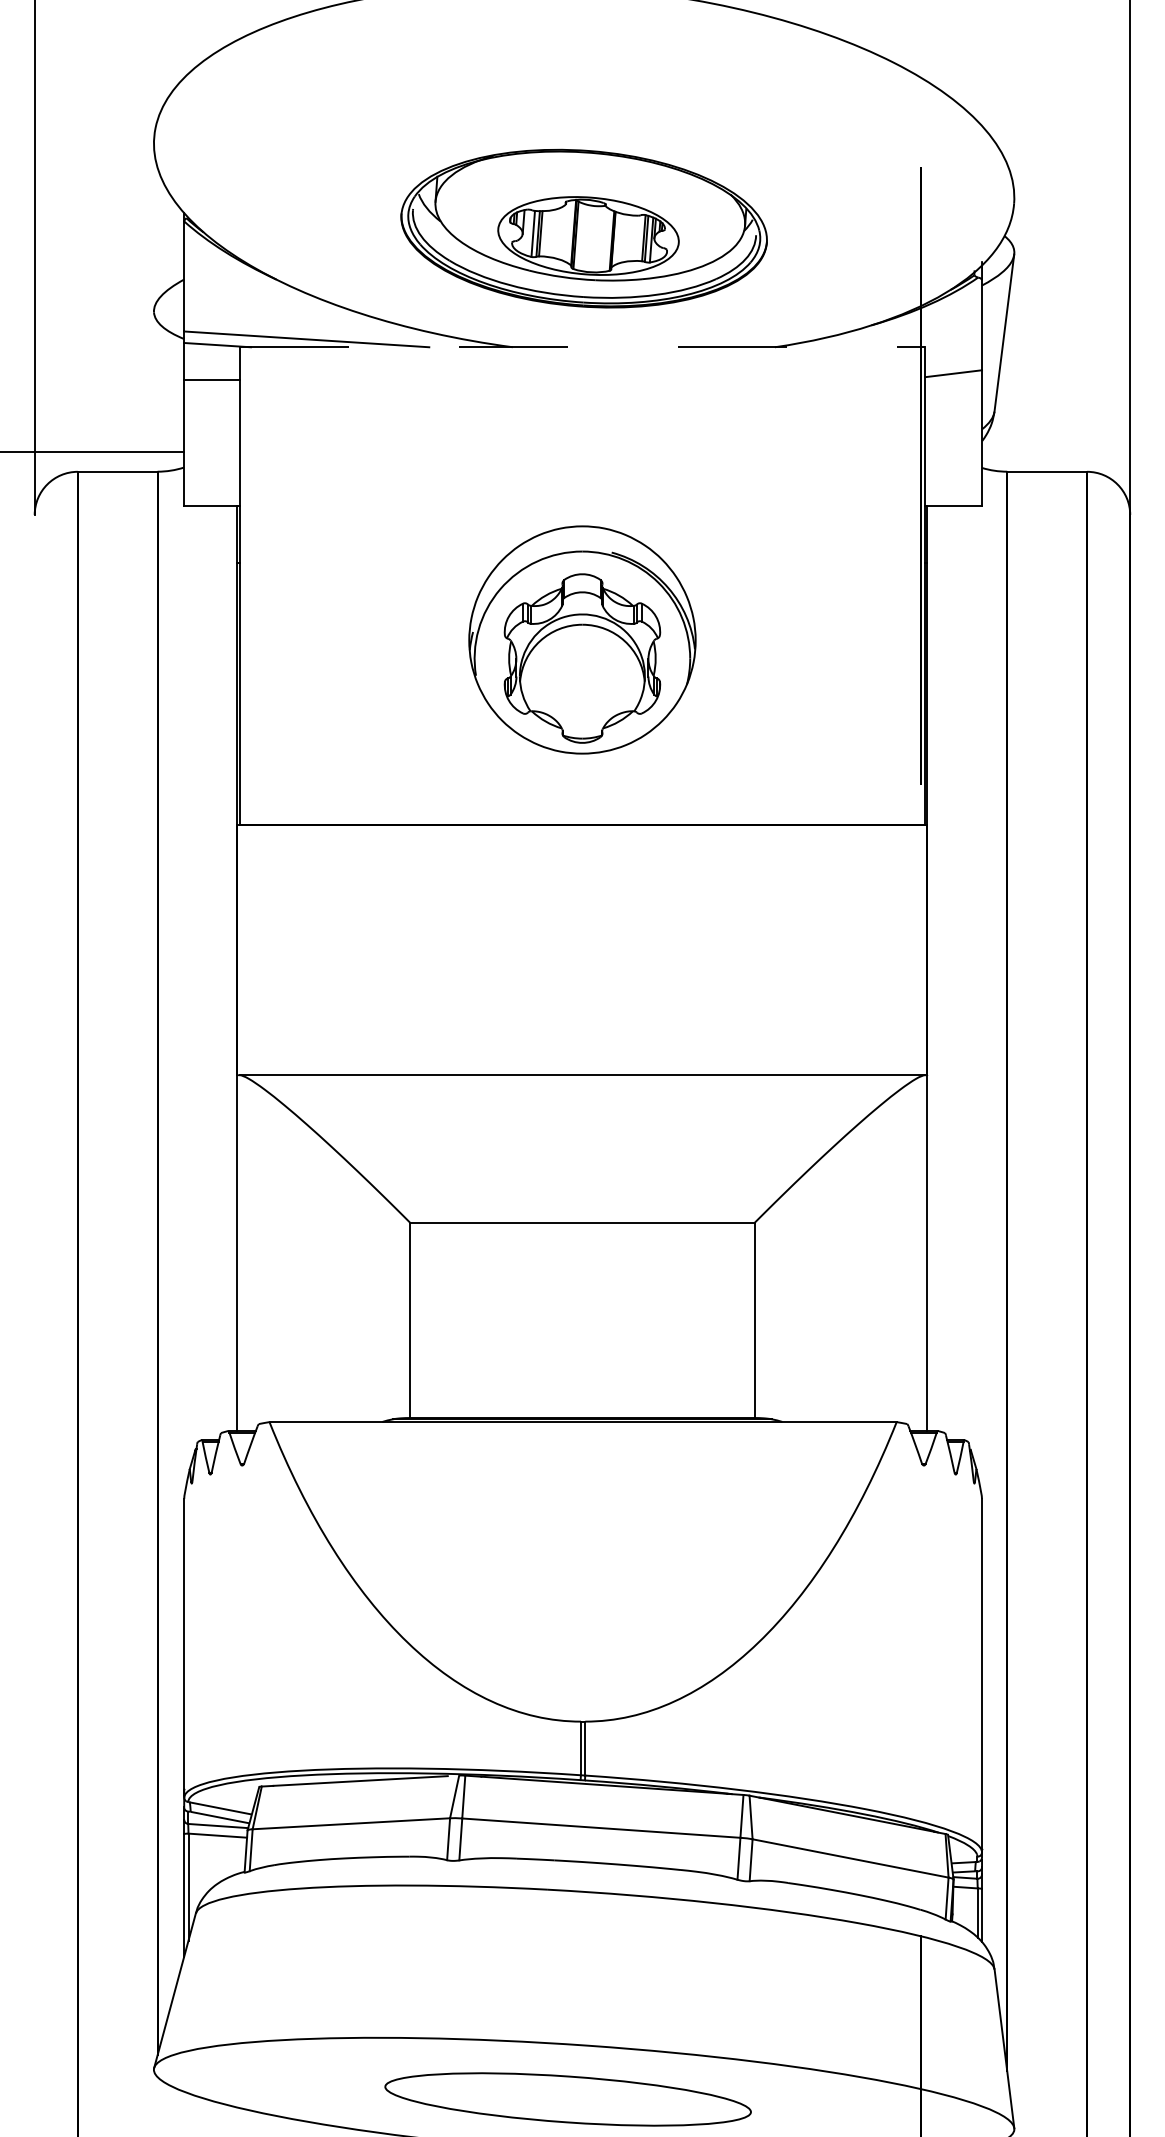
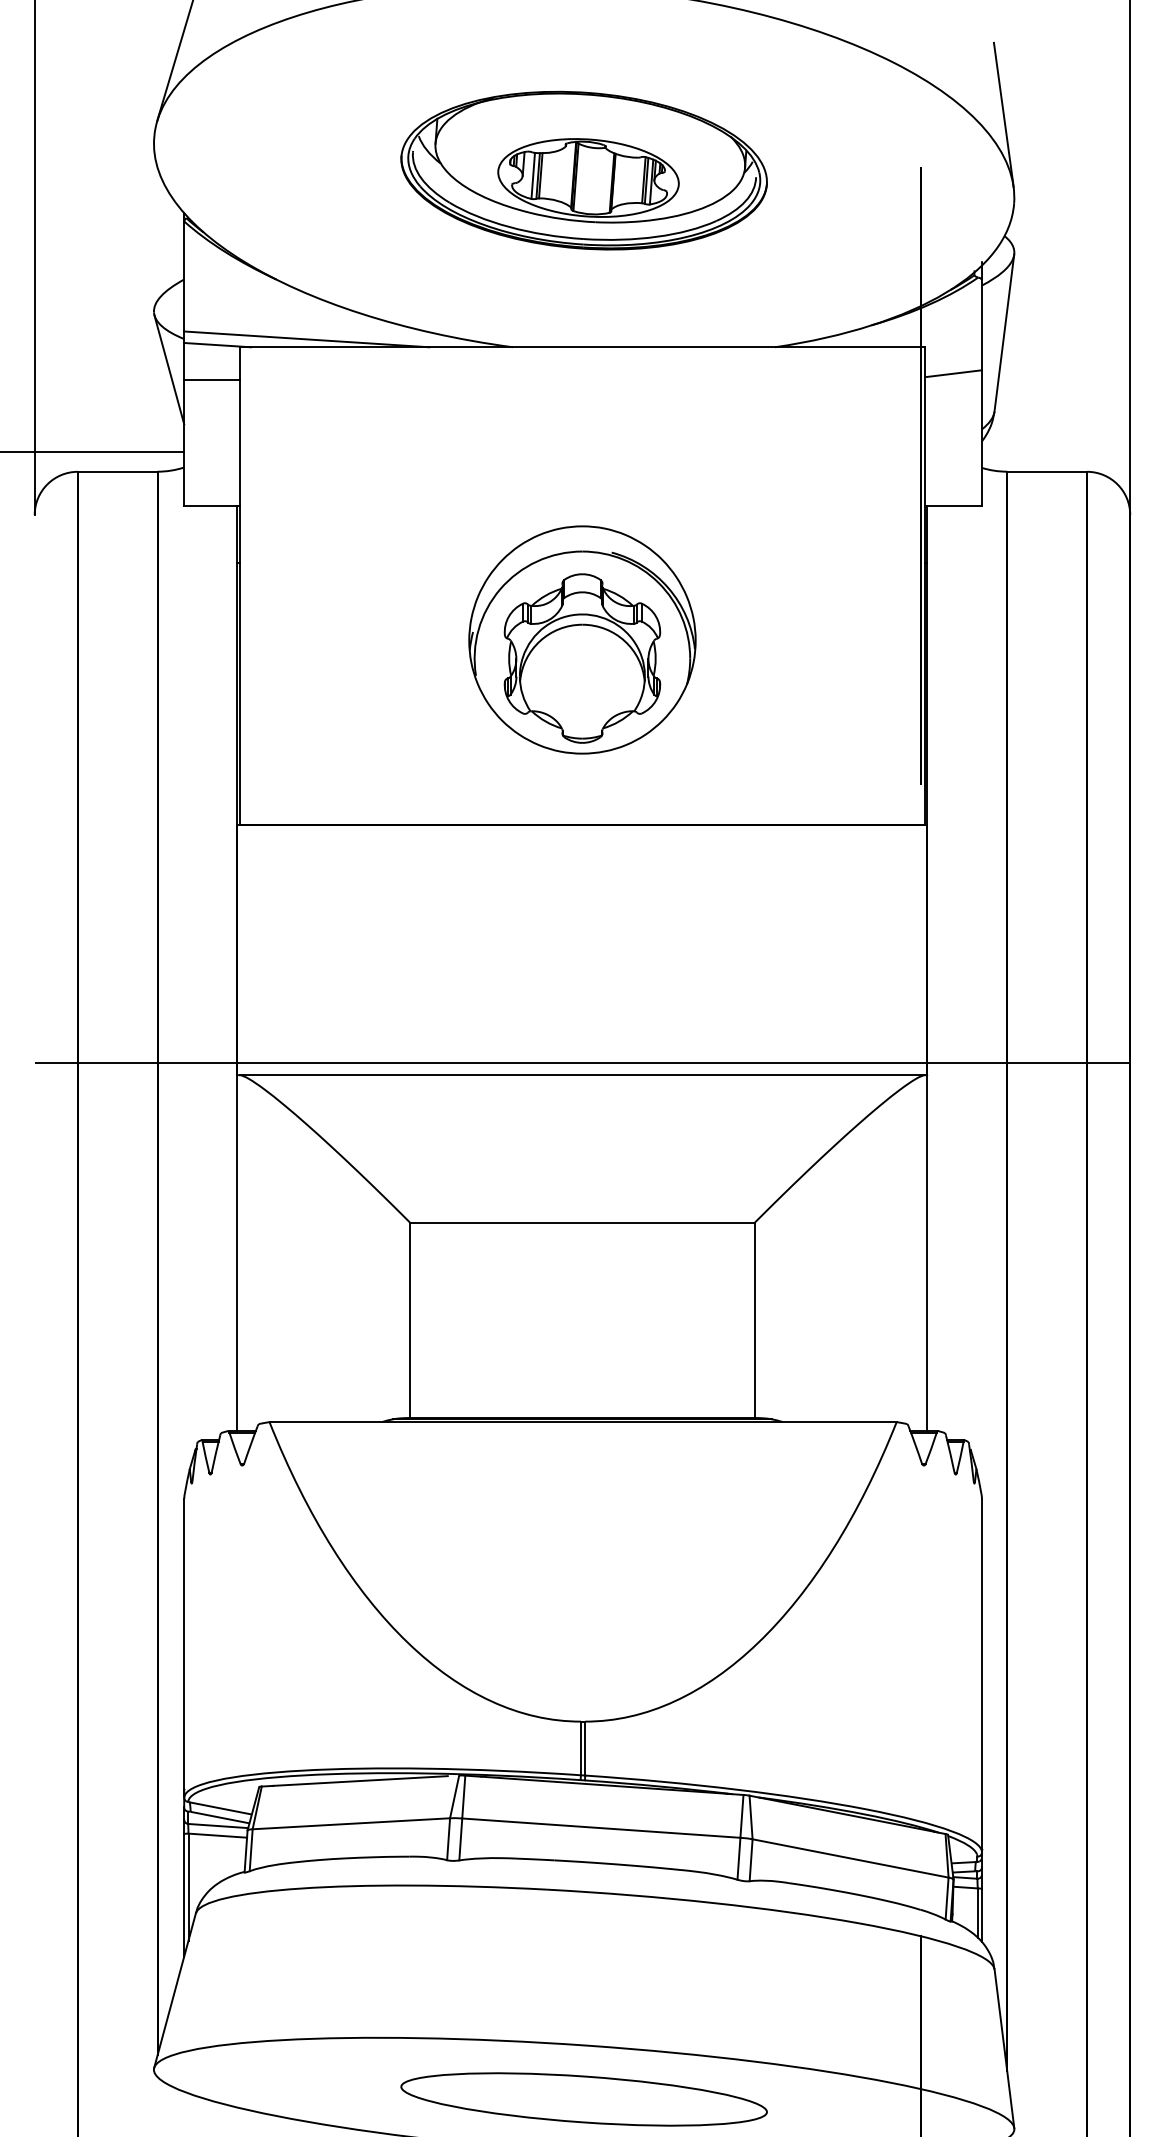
line at (174, 61): none -> present
line at (1003, 114): none -> present
part at (583, 228) position: (583, 228) -> (583, 170)
line at (582, 347): dashed -> solid
line at (169, 369): none -> present
line at (582, 1062): none -> present
part at (567, 2099) position: (567, 2099) -> (583, 2099)
